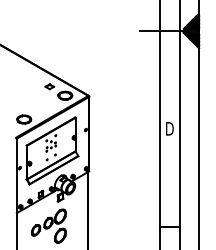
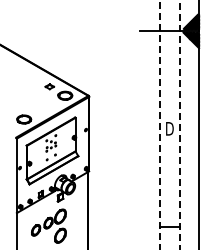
line at (159, 124): solid -> dashed
line at (179, 124): solid -> dashed
